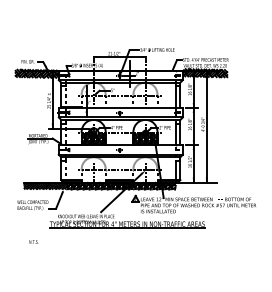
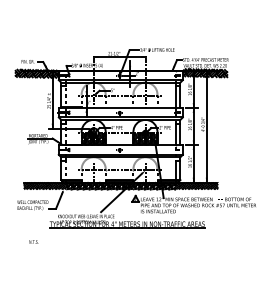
hatch at (196, 185): none -> present
